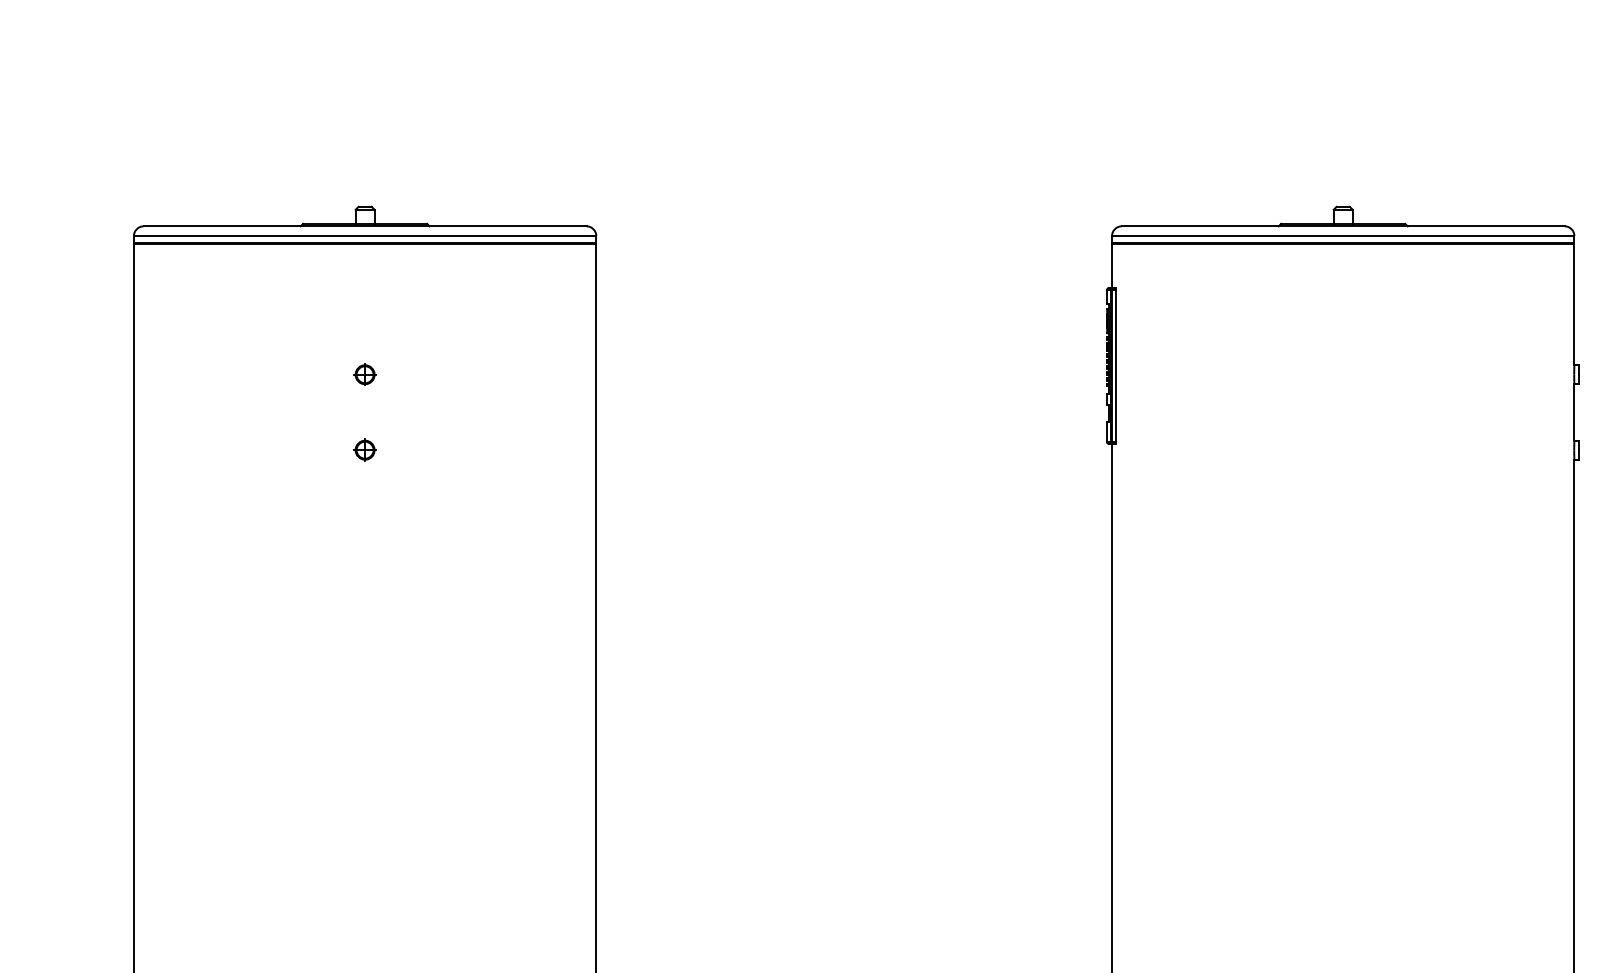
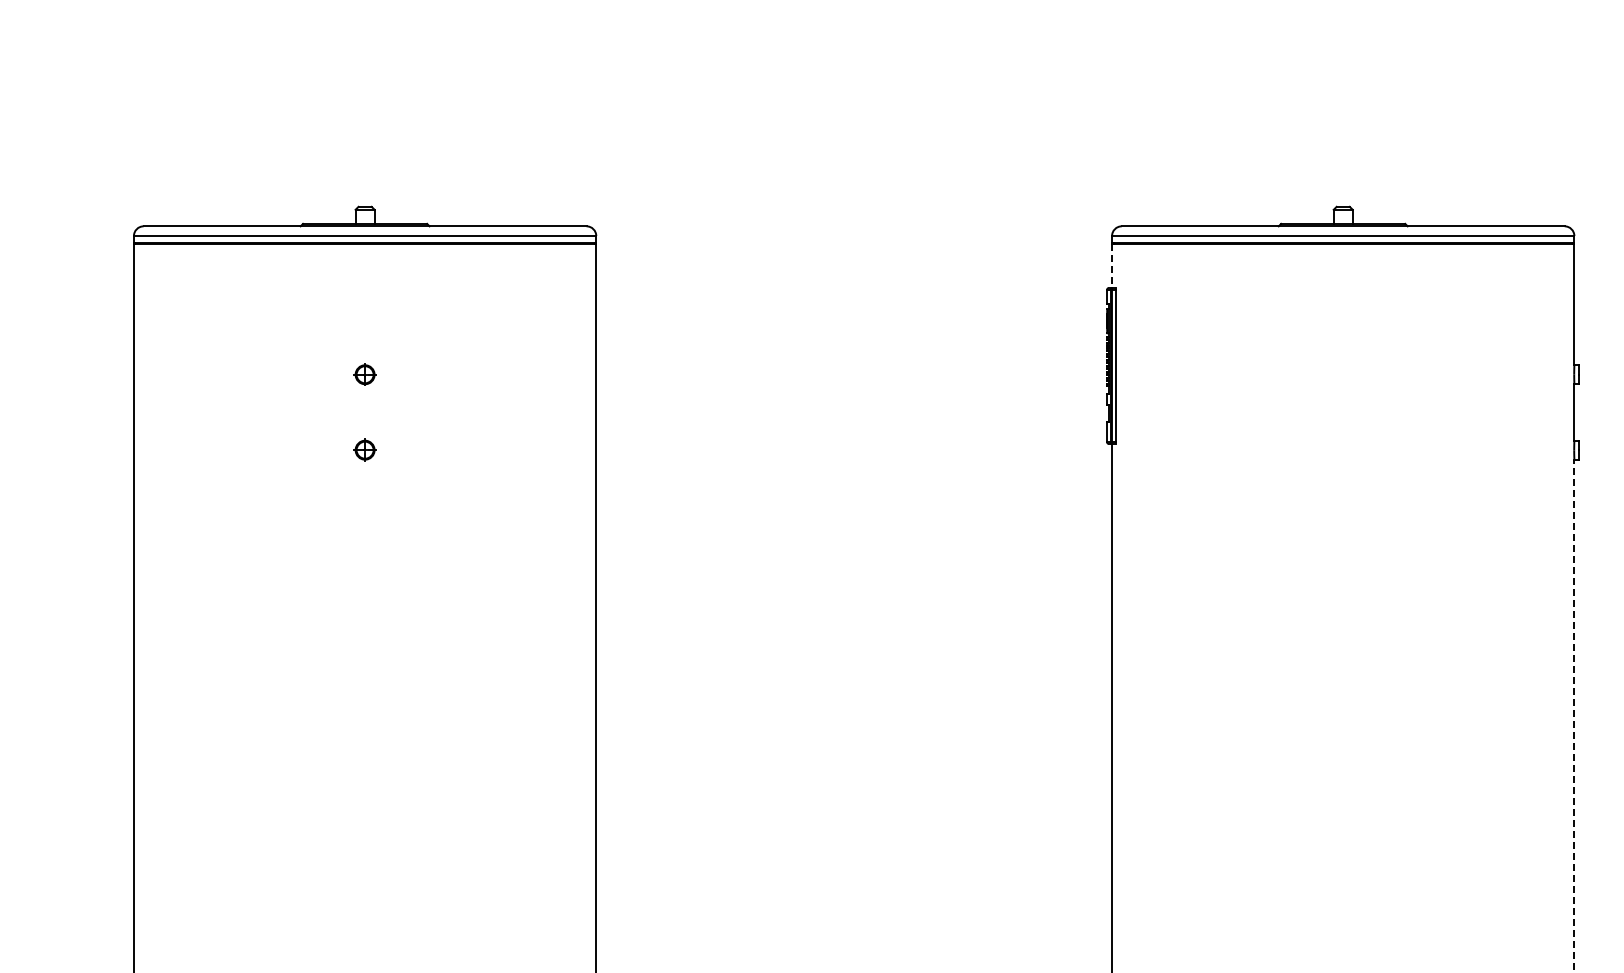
line at (1112, 266): solid -> dashed
line at (1574, 715): solid -> dashed
